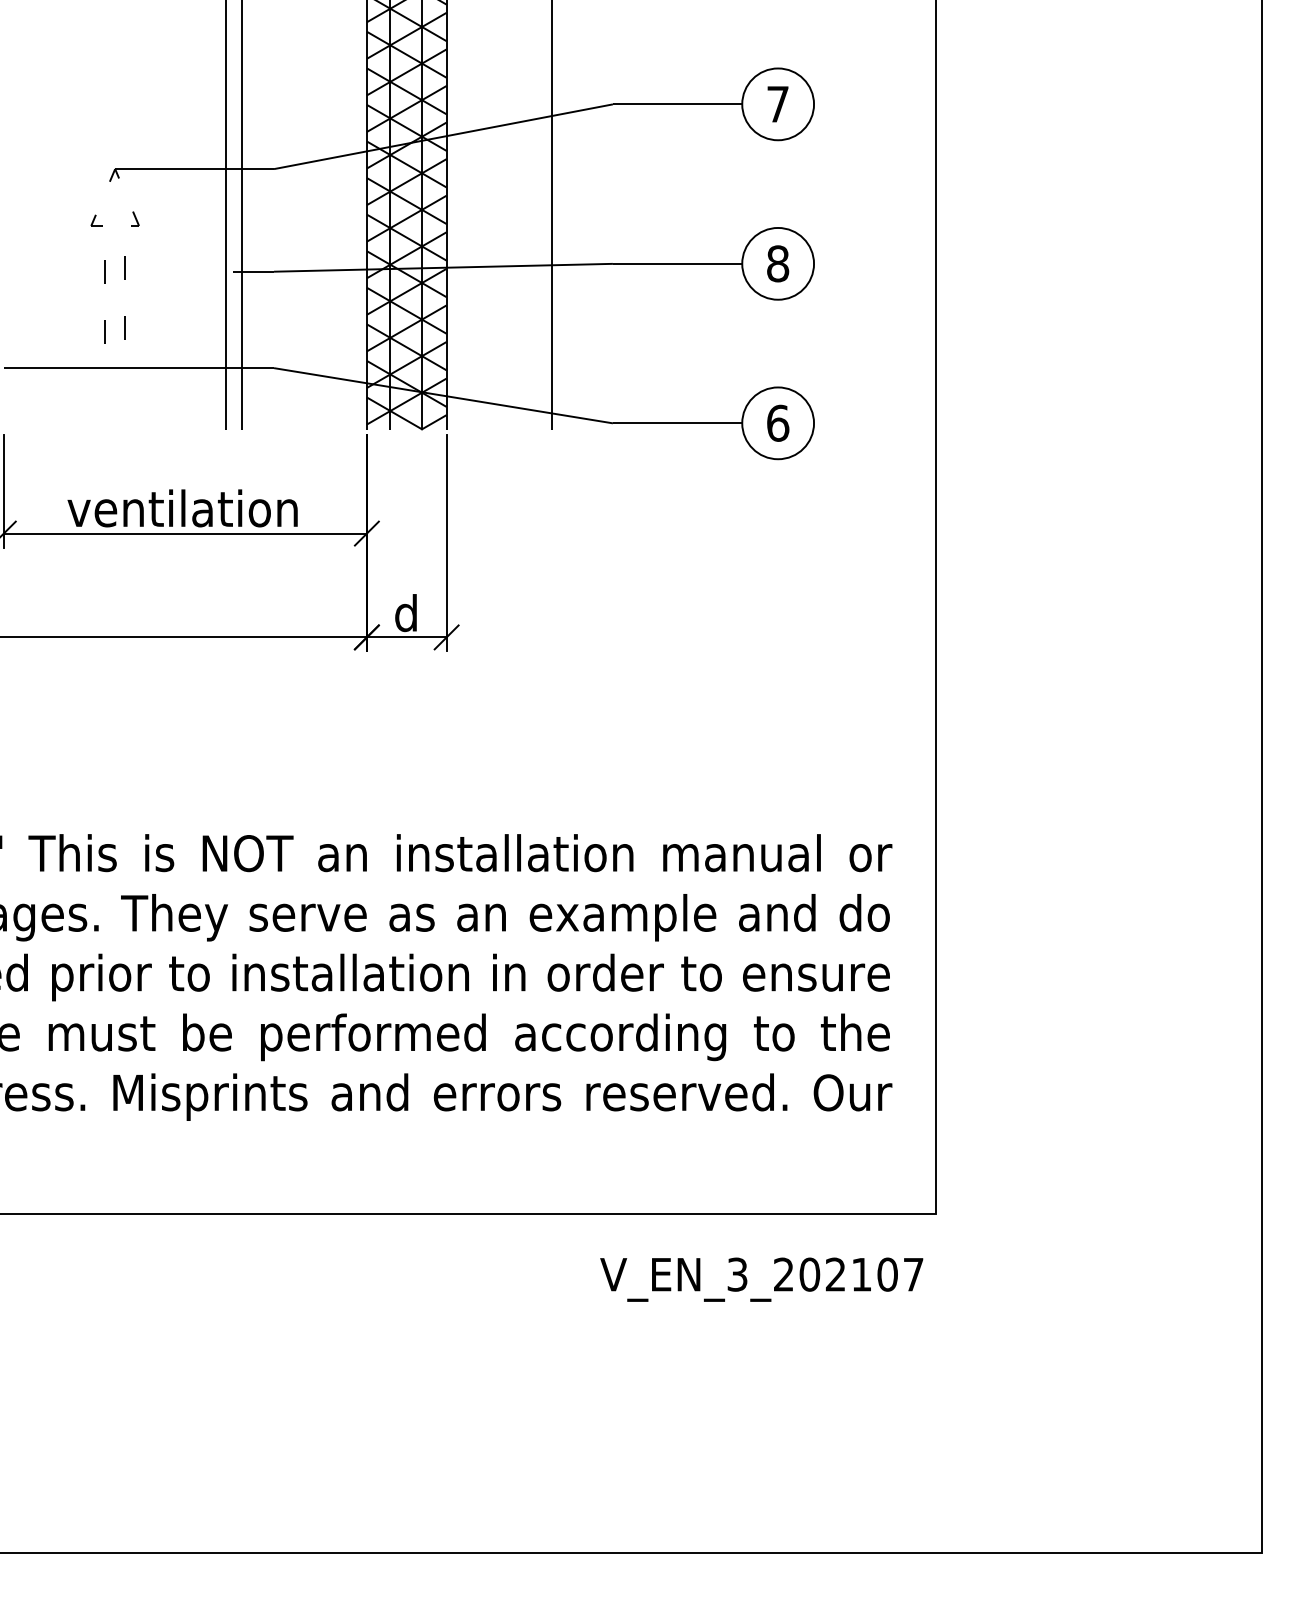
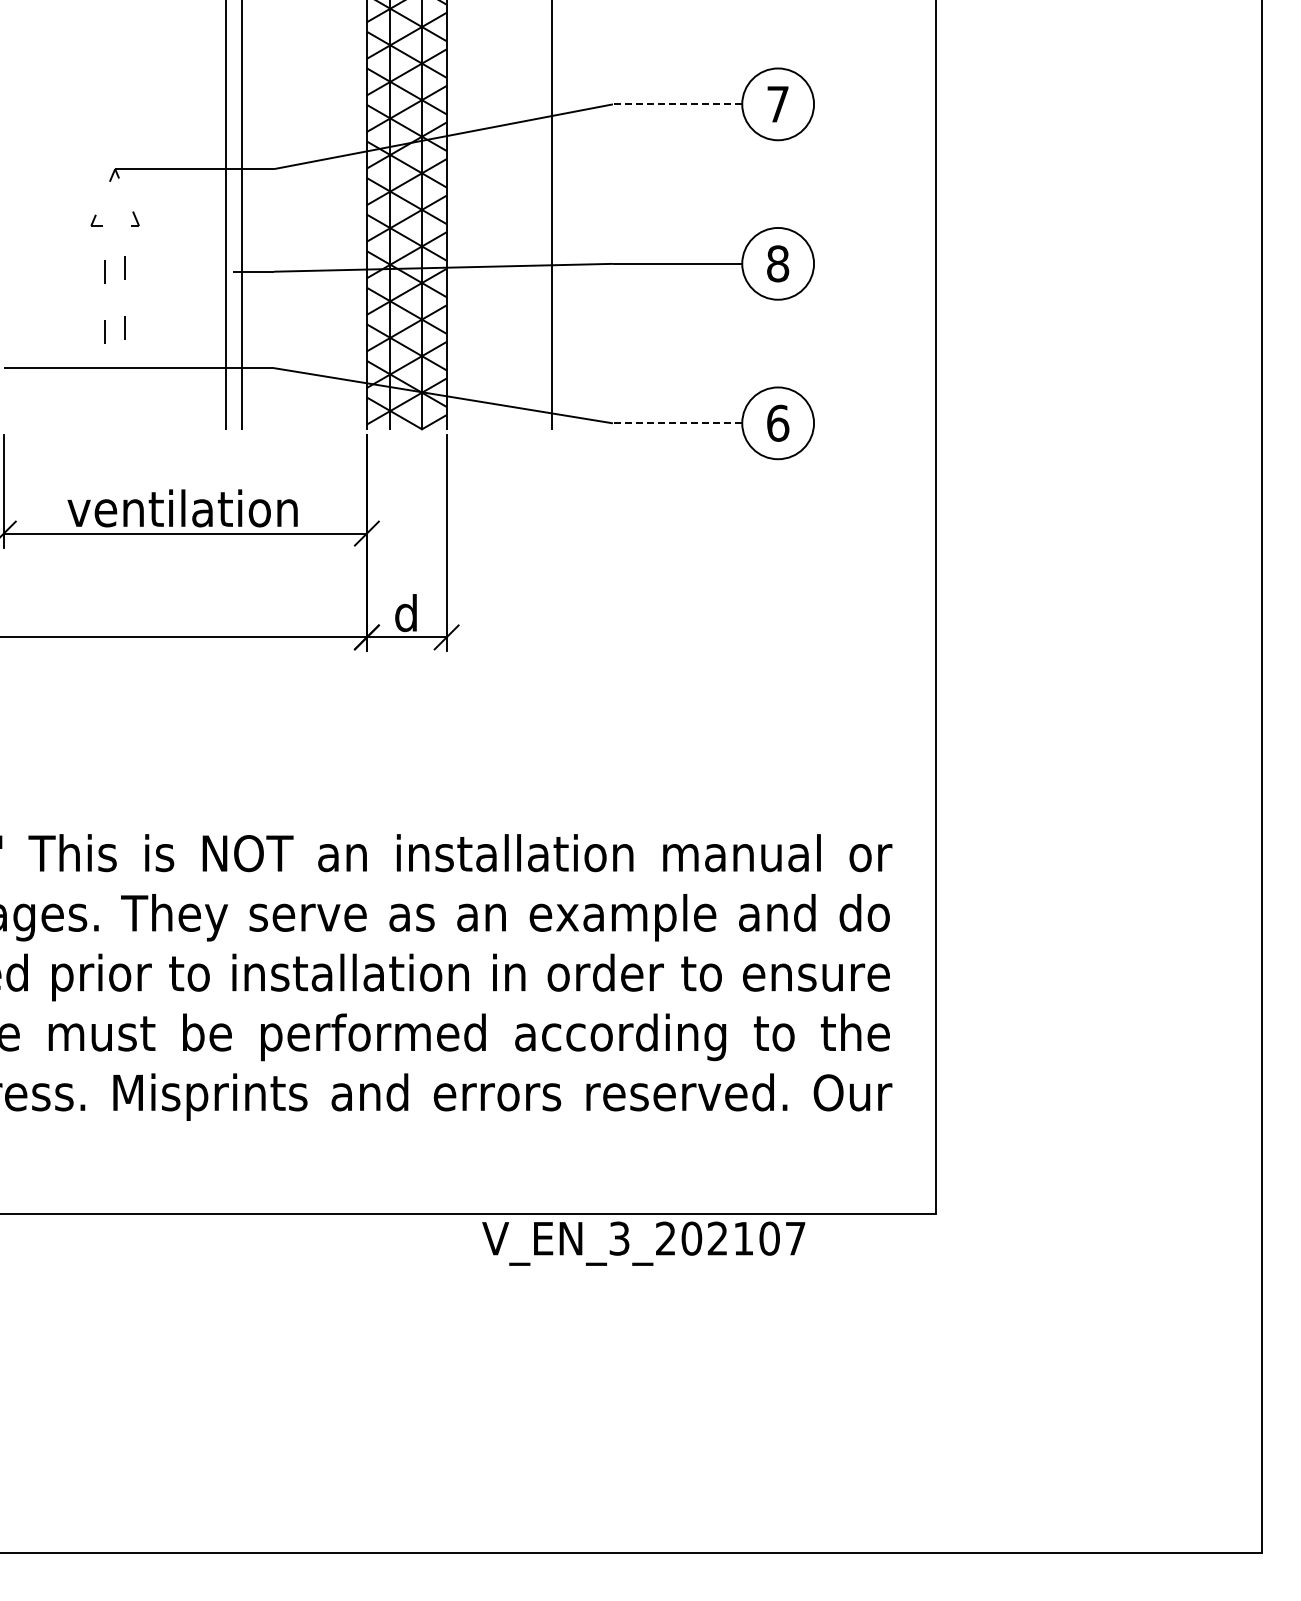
line at (677, 104): solid -> dashed
line at (677, 423): solid -> dashed
text at (761, 1279) position: (761, 1279) -> (643, 1243)
